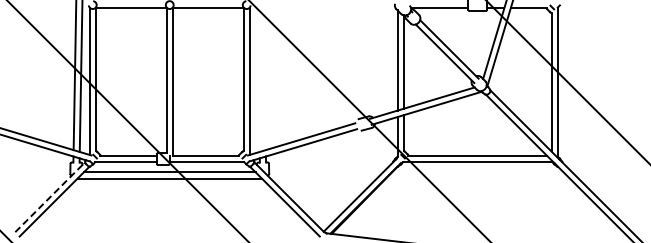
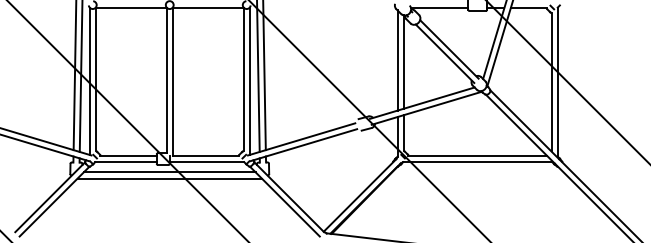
line at (258, 76): none -> present
line at (264, 76): none -> present
line at (50, 196): dashed -> solid
